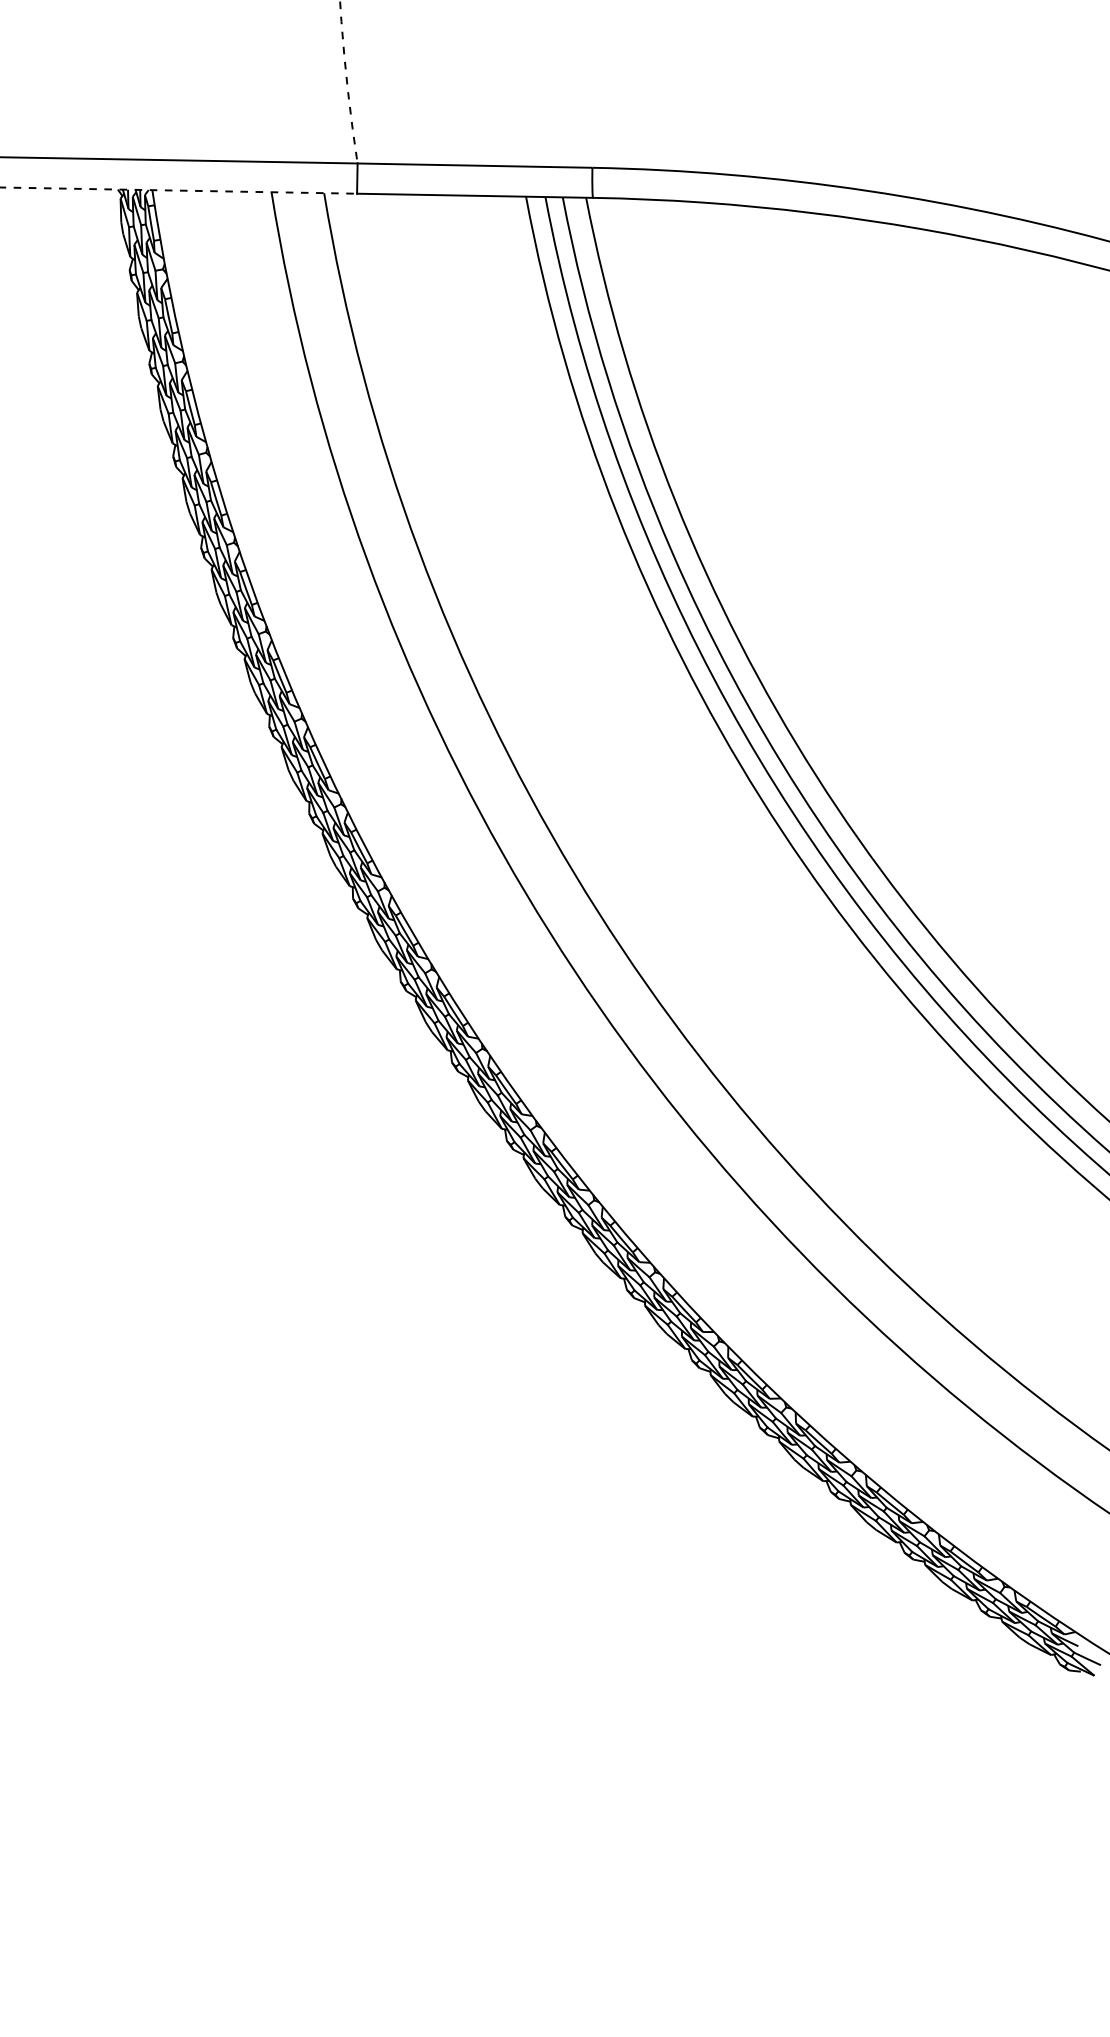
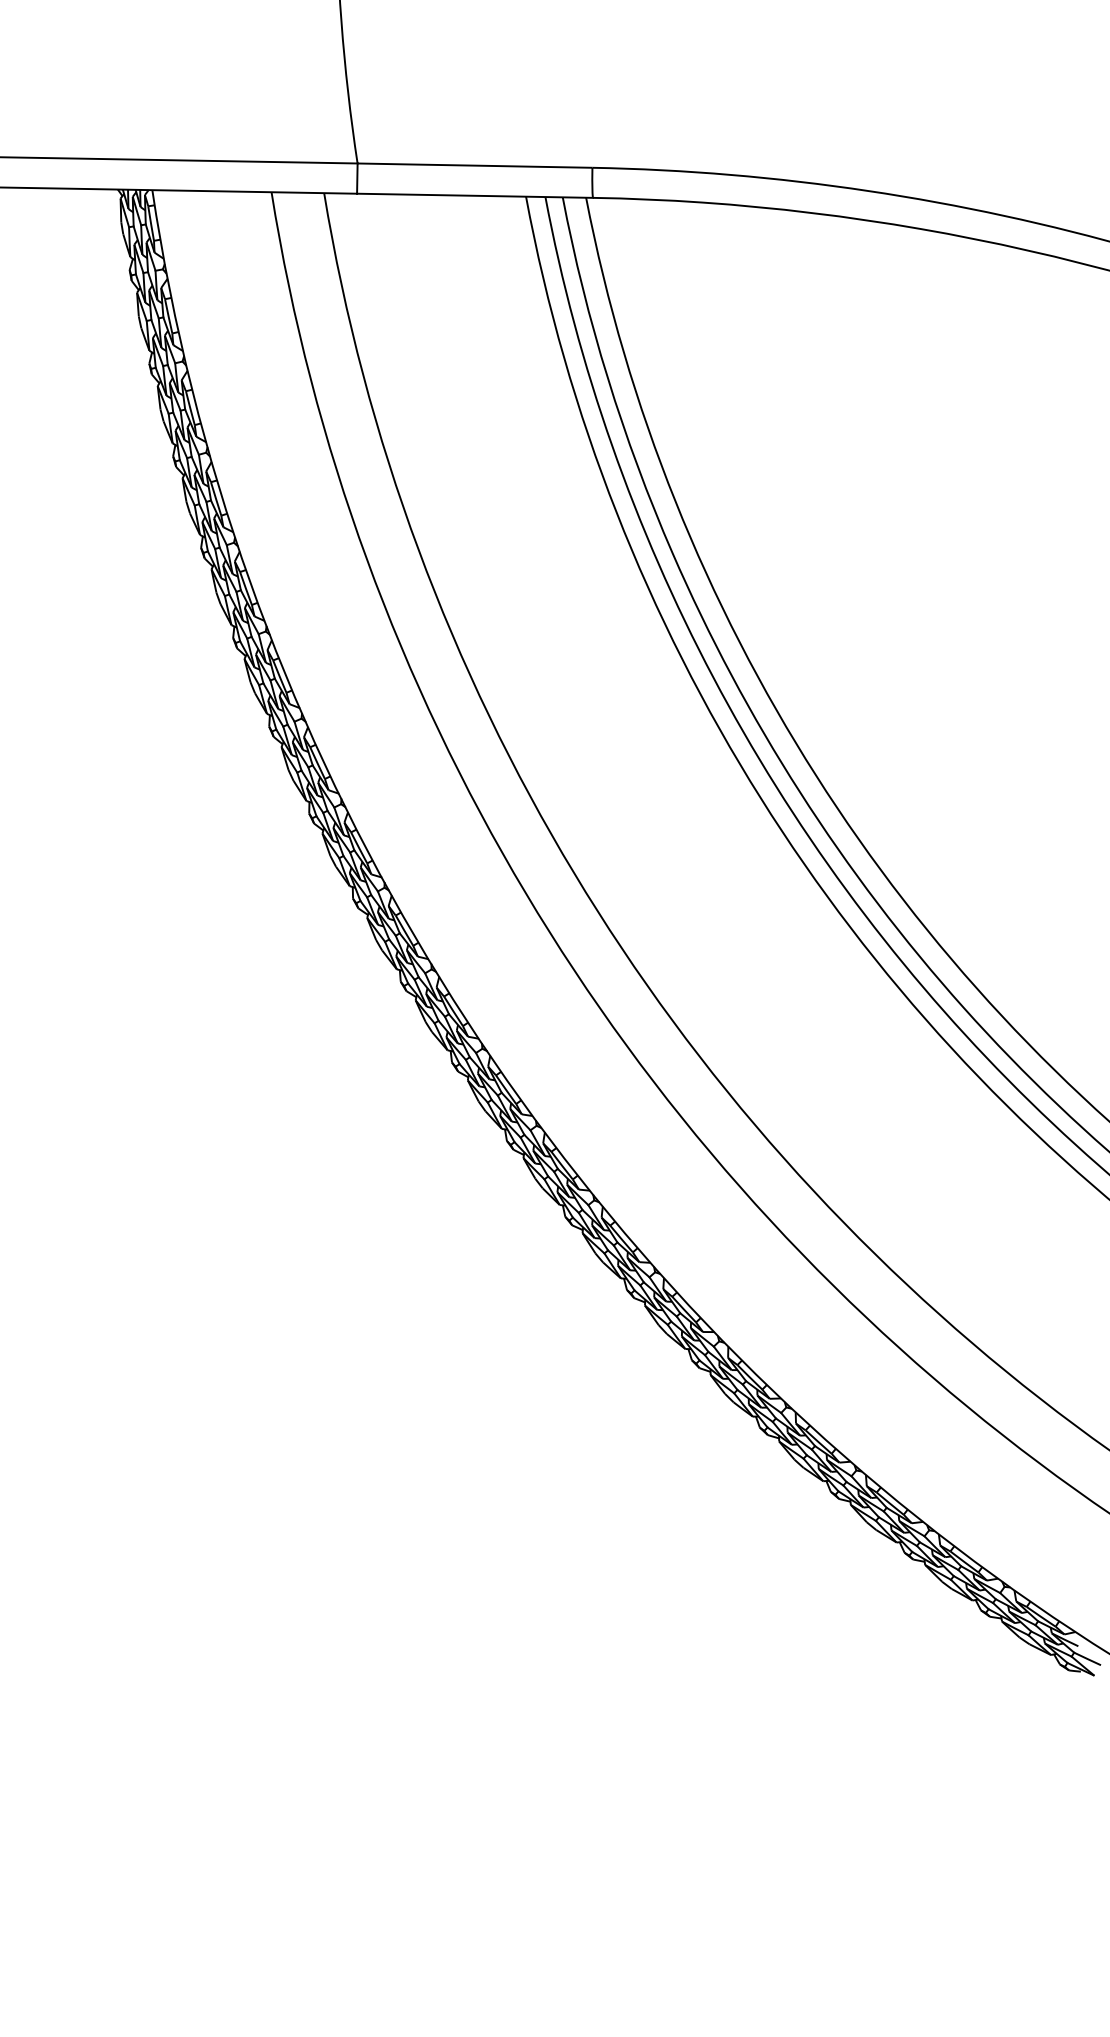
arc at (347, 82): dashed -> solid
line at (179, 190): dashed -> solid
